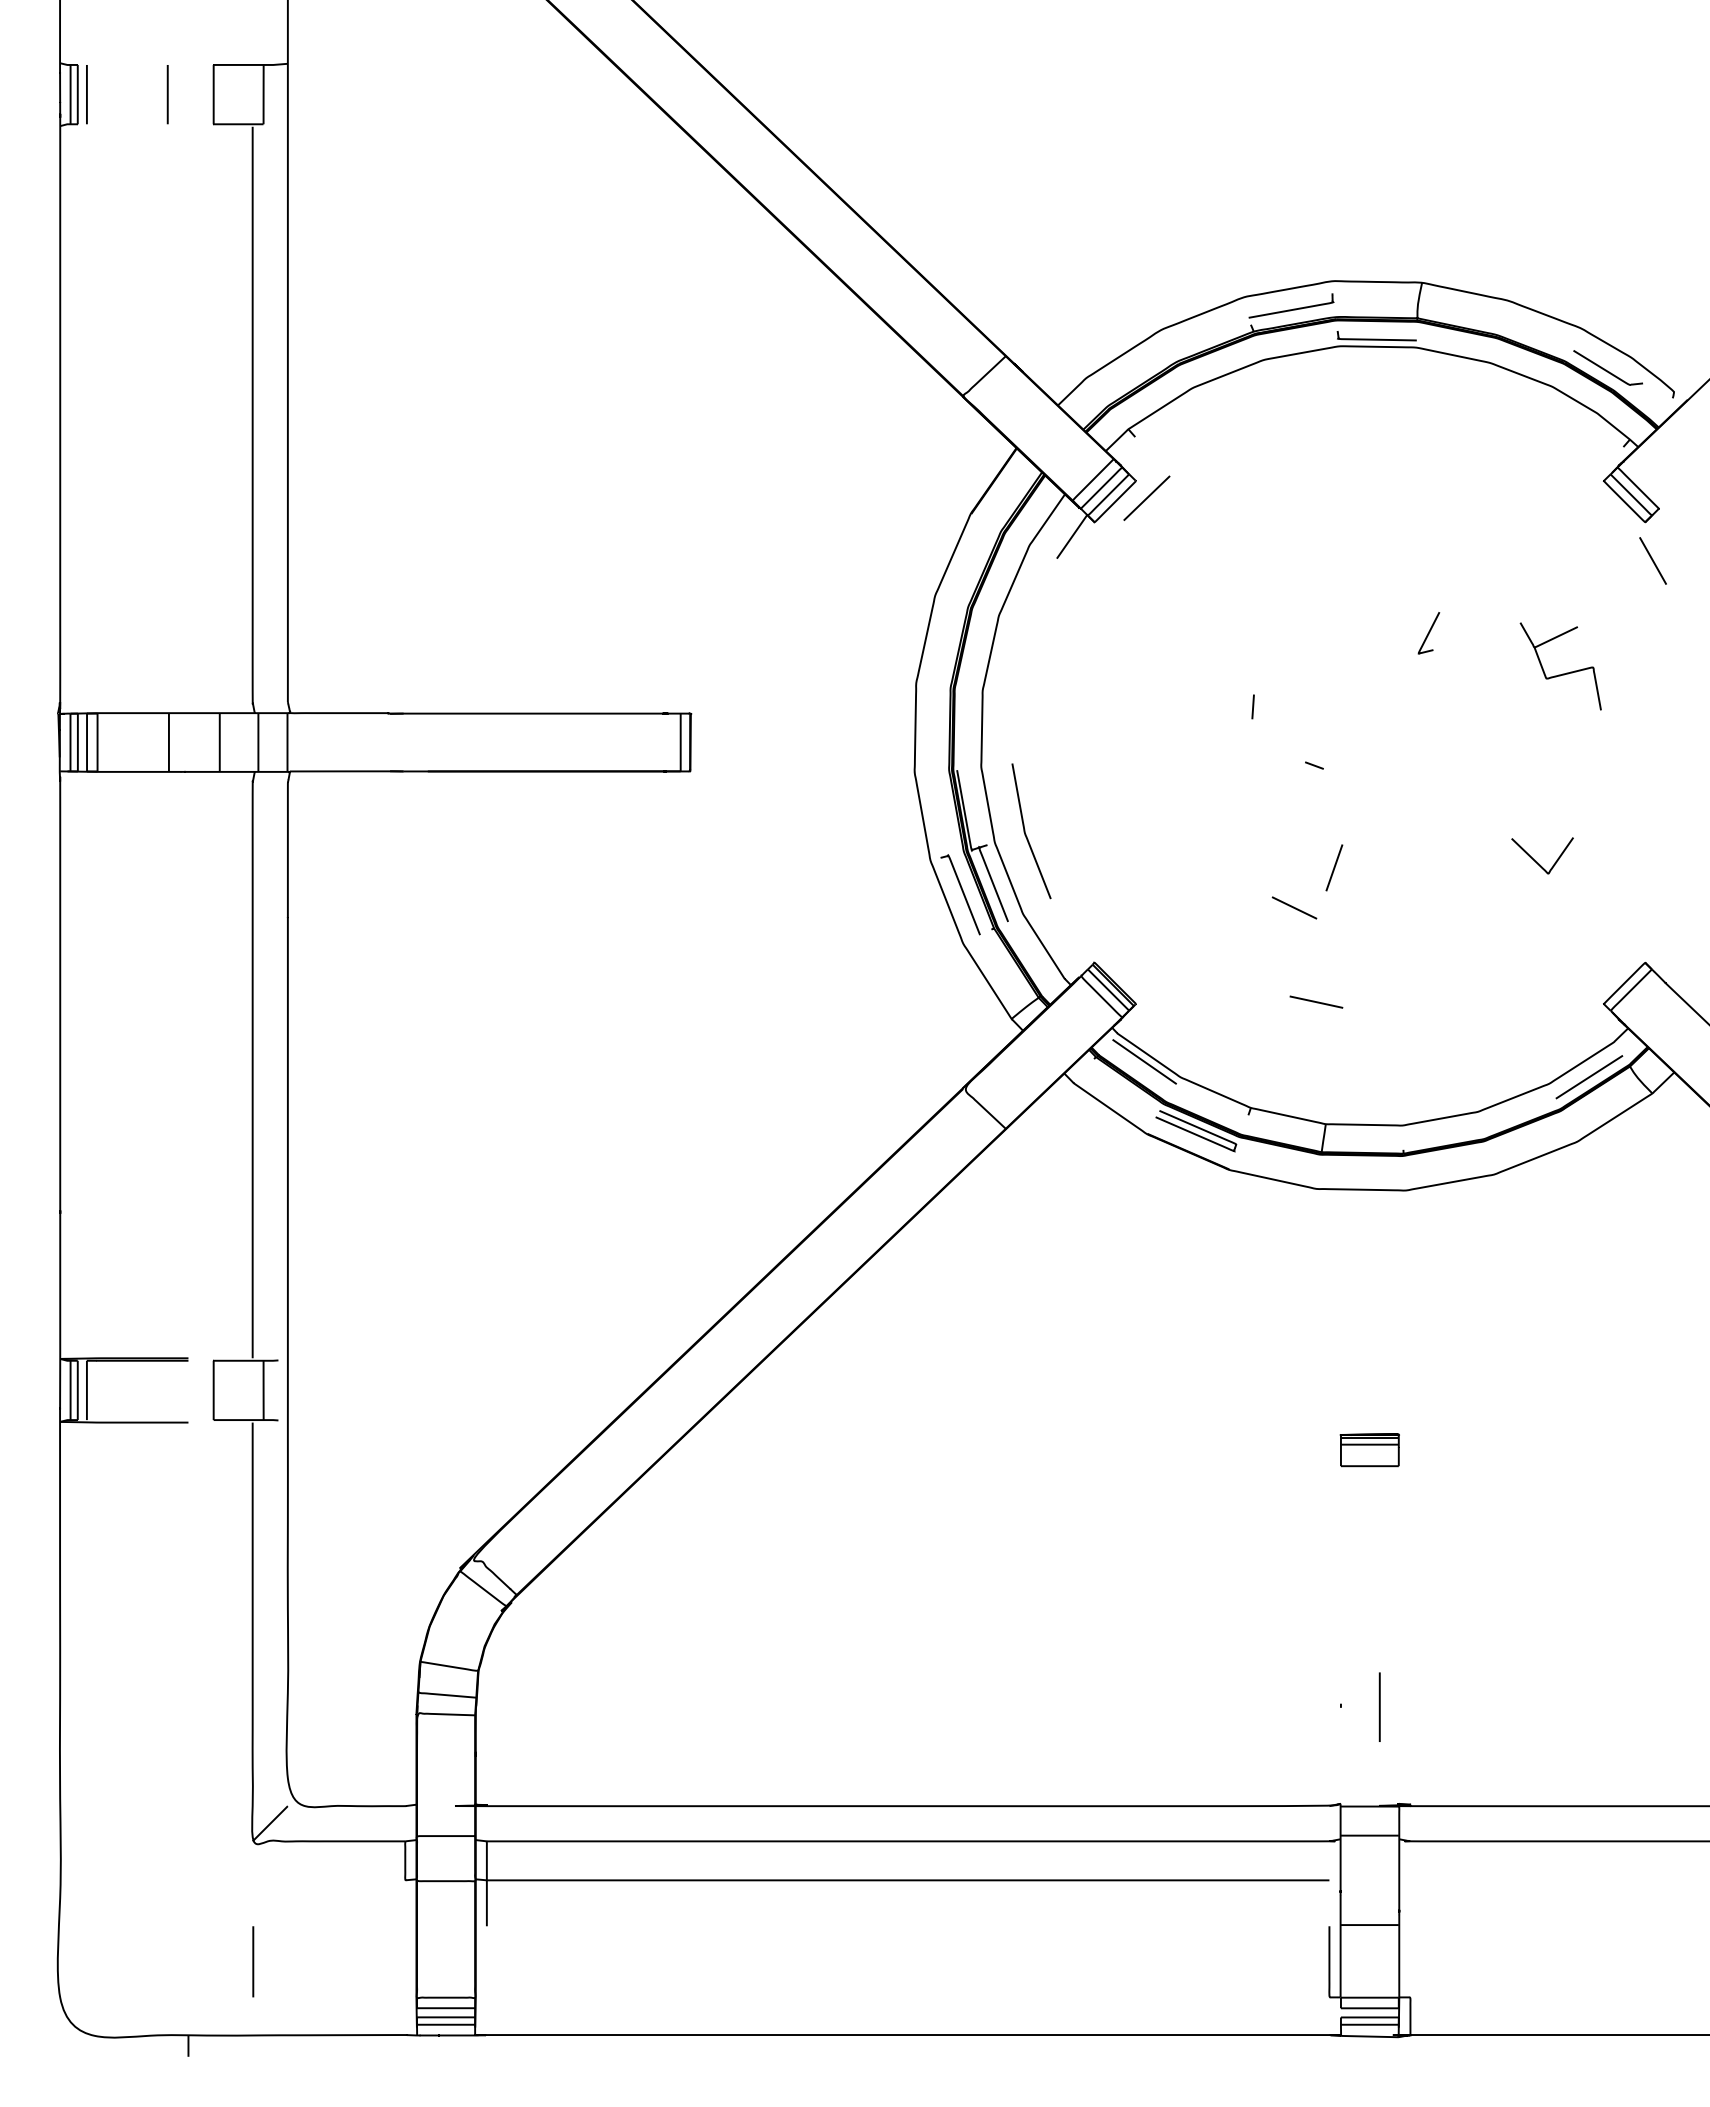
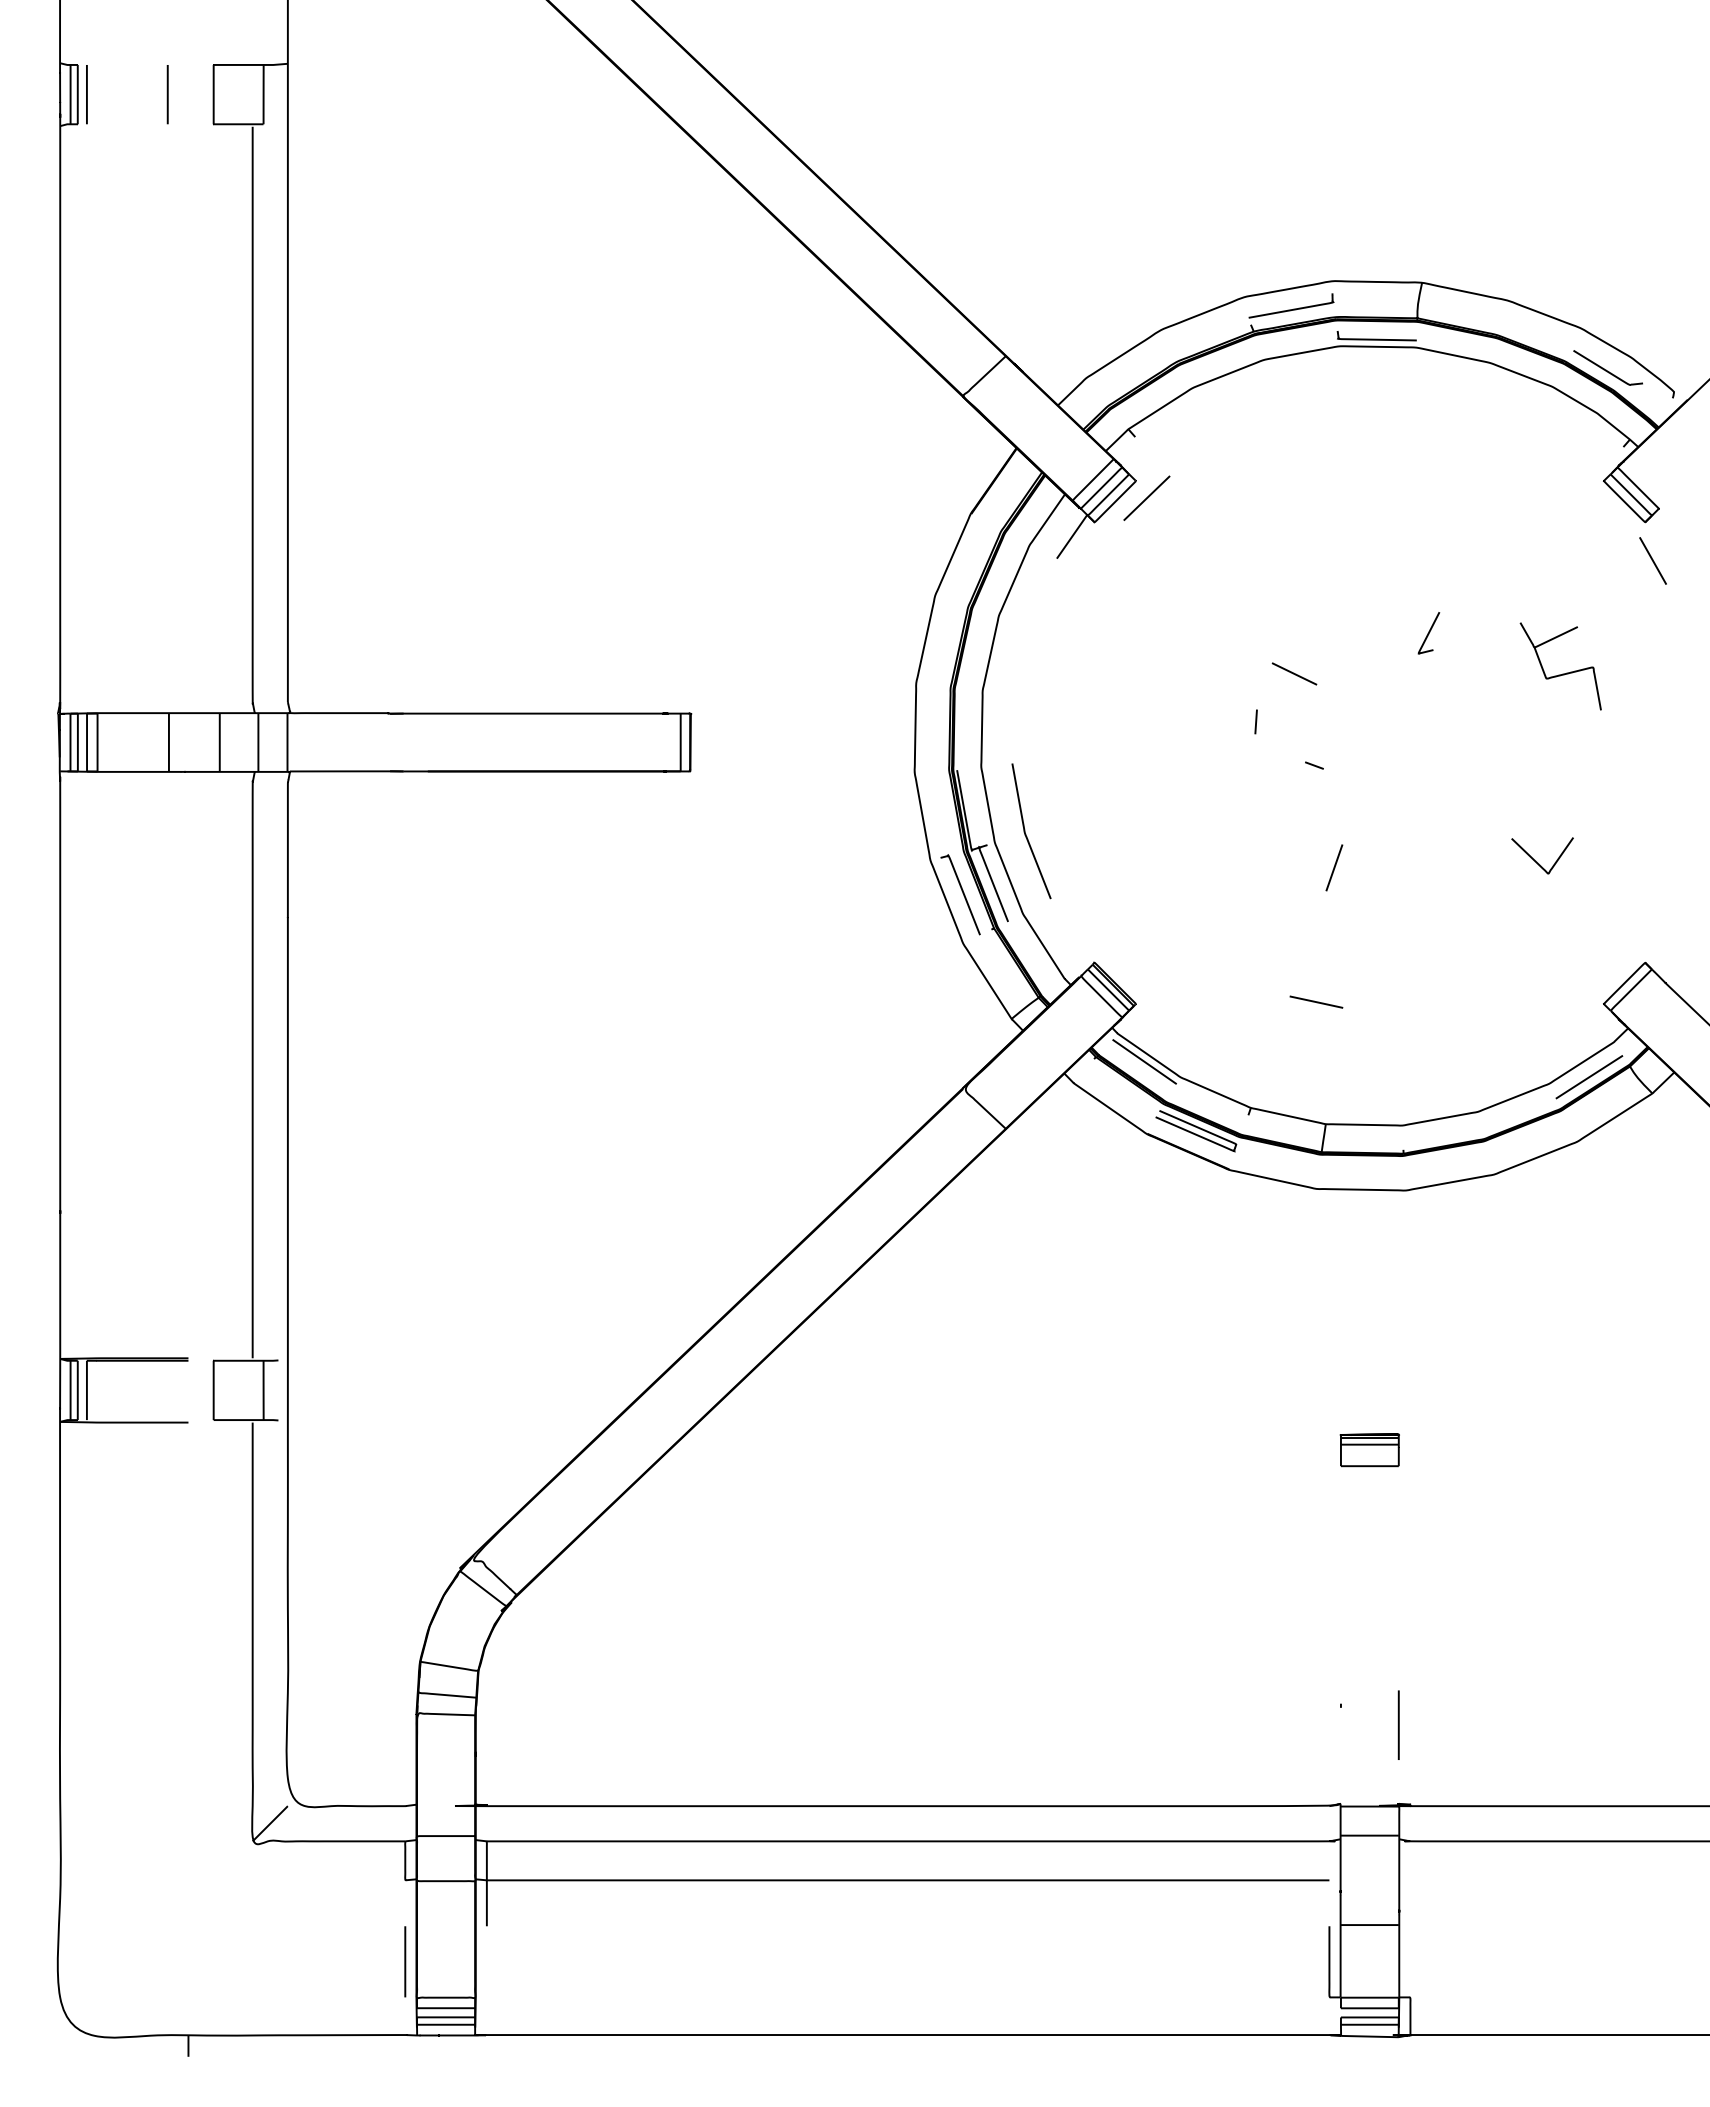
line at (1252, 706) position: (1252, 706) -> (1255, 721)
line at (1294, 907) position: (1294, 907) -> (1294, 673)
line at (1379, 1706) position: (1379, 1706) -> (1398, 1724)
line at (253, 1961) position: (253, 1961) -> (405, 1961)
